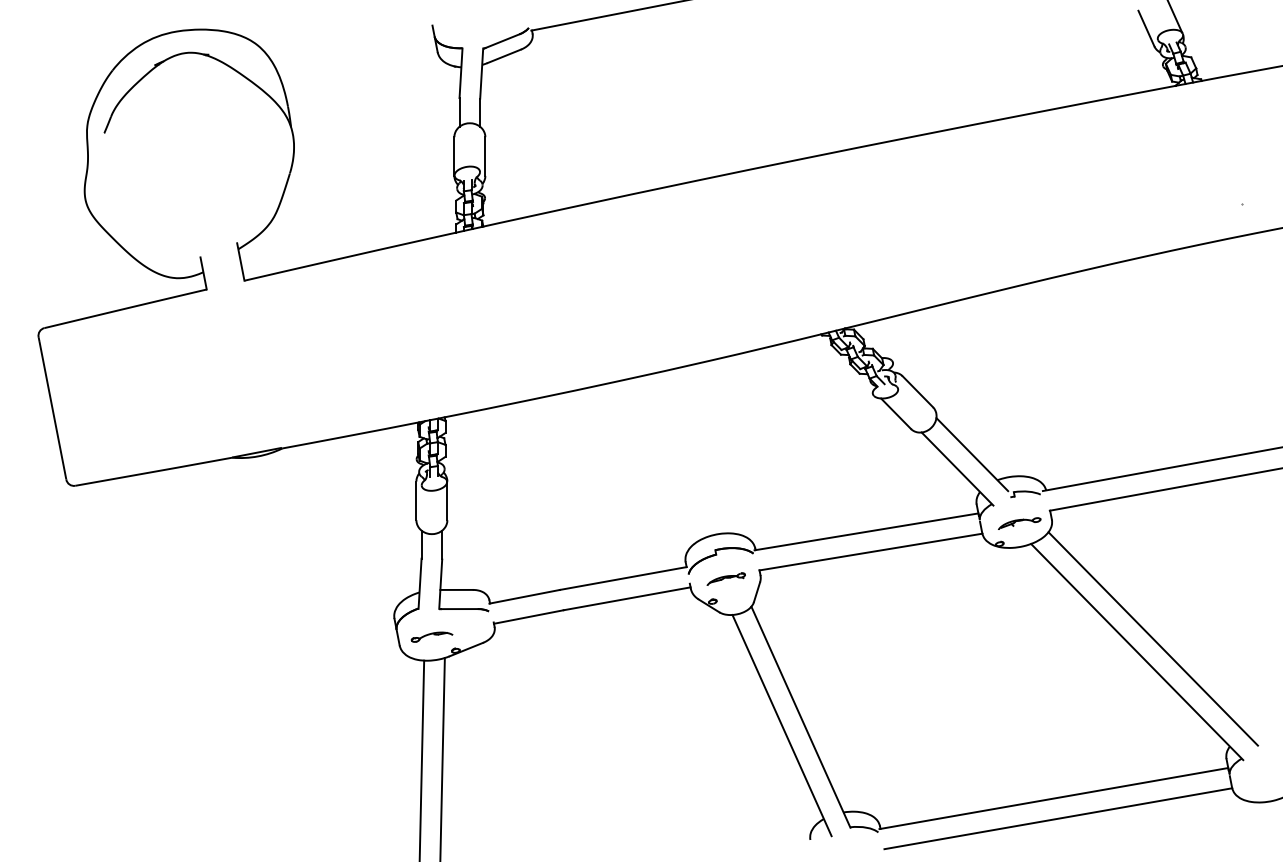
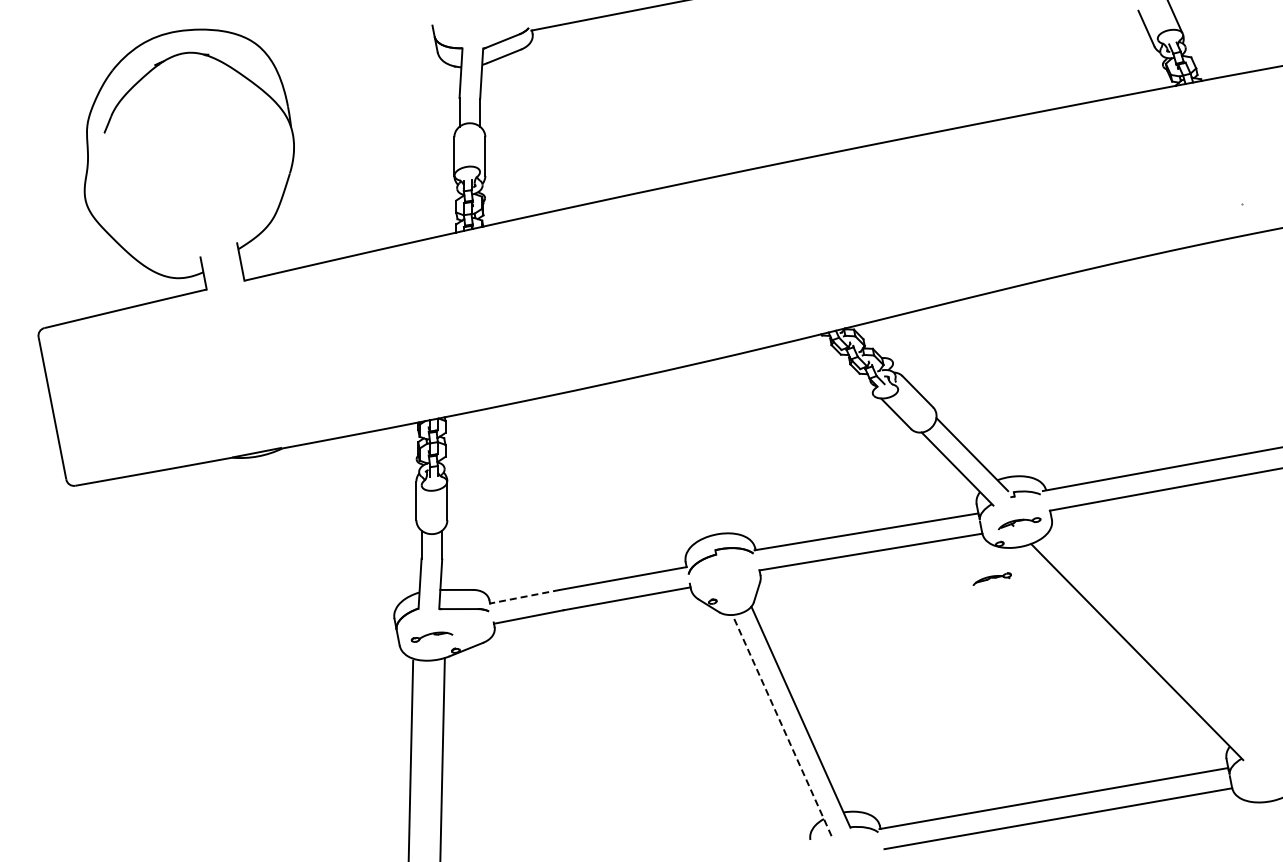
part at (725, 578) position: (725, 578) -> (991, 578)
line at (524, 596): solid -> dashed
line at (1152, 638): present -> none
line at (781, 725): solid -> dashed
line at (421, 759) position: (421, 759) -> (410, 759)
